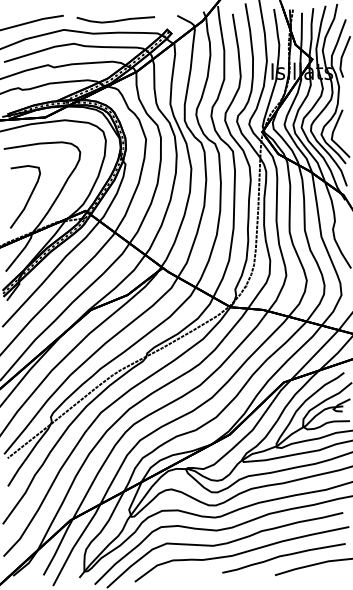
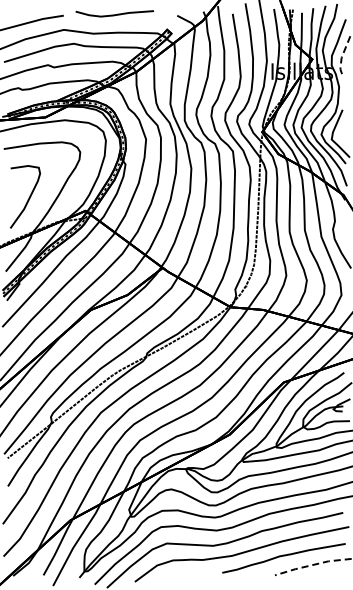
curve at (115, 20) position: (115, 20) -> (114, 14)
line at (341, 57): solid -> dashed
line at (313, 564): solid -> dashed
